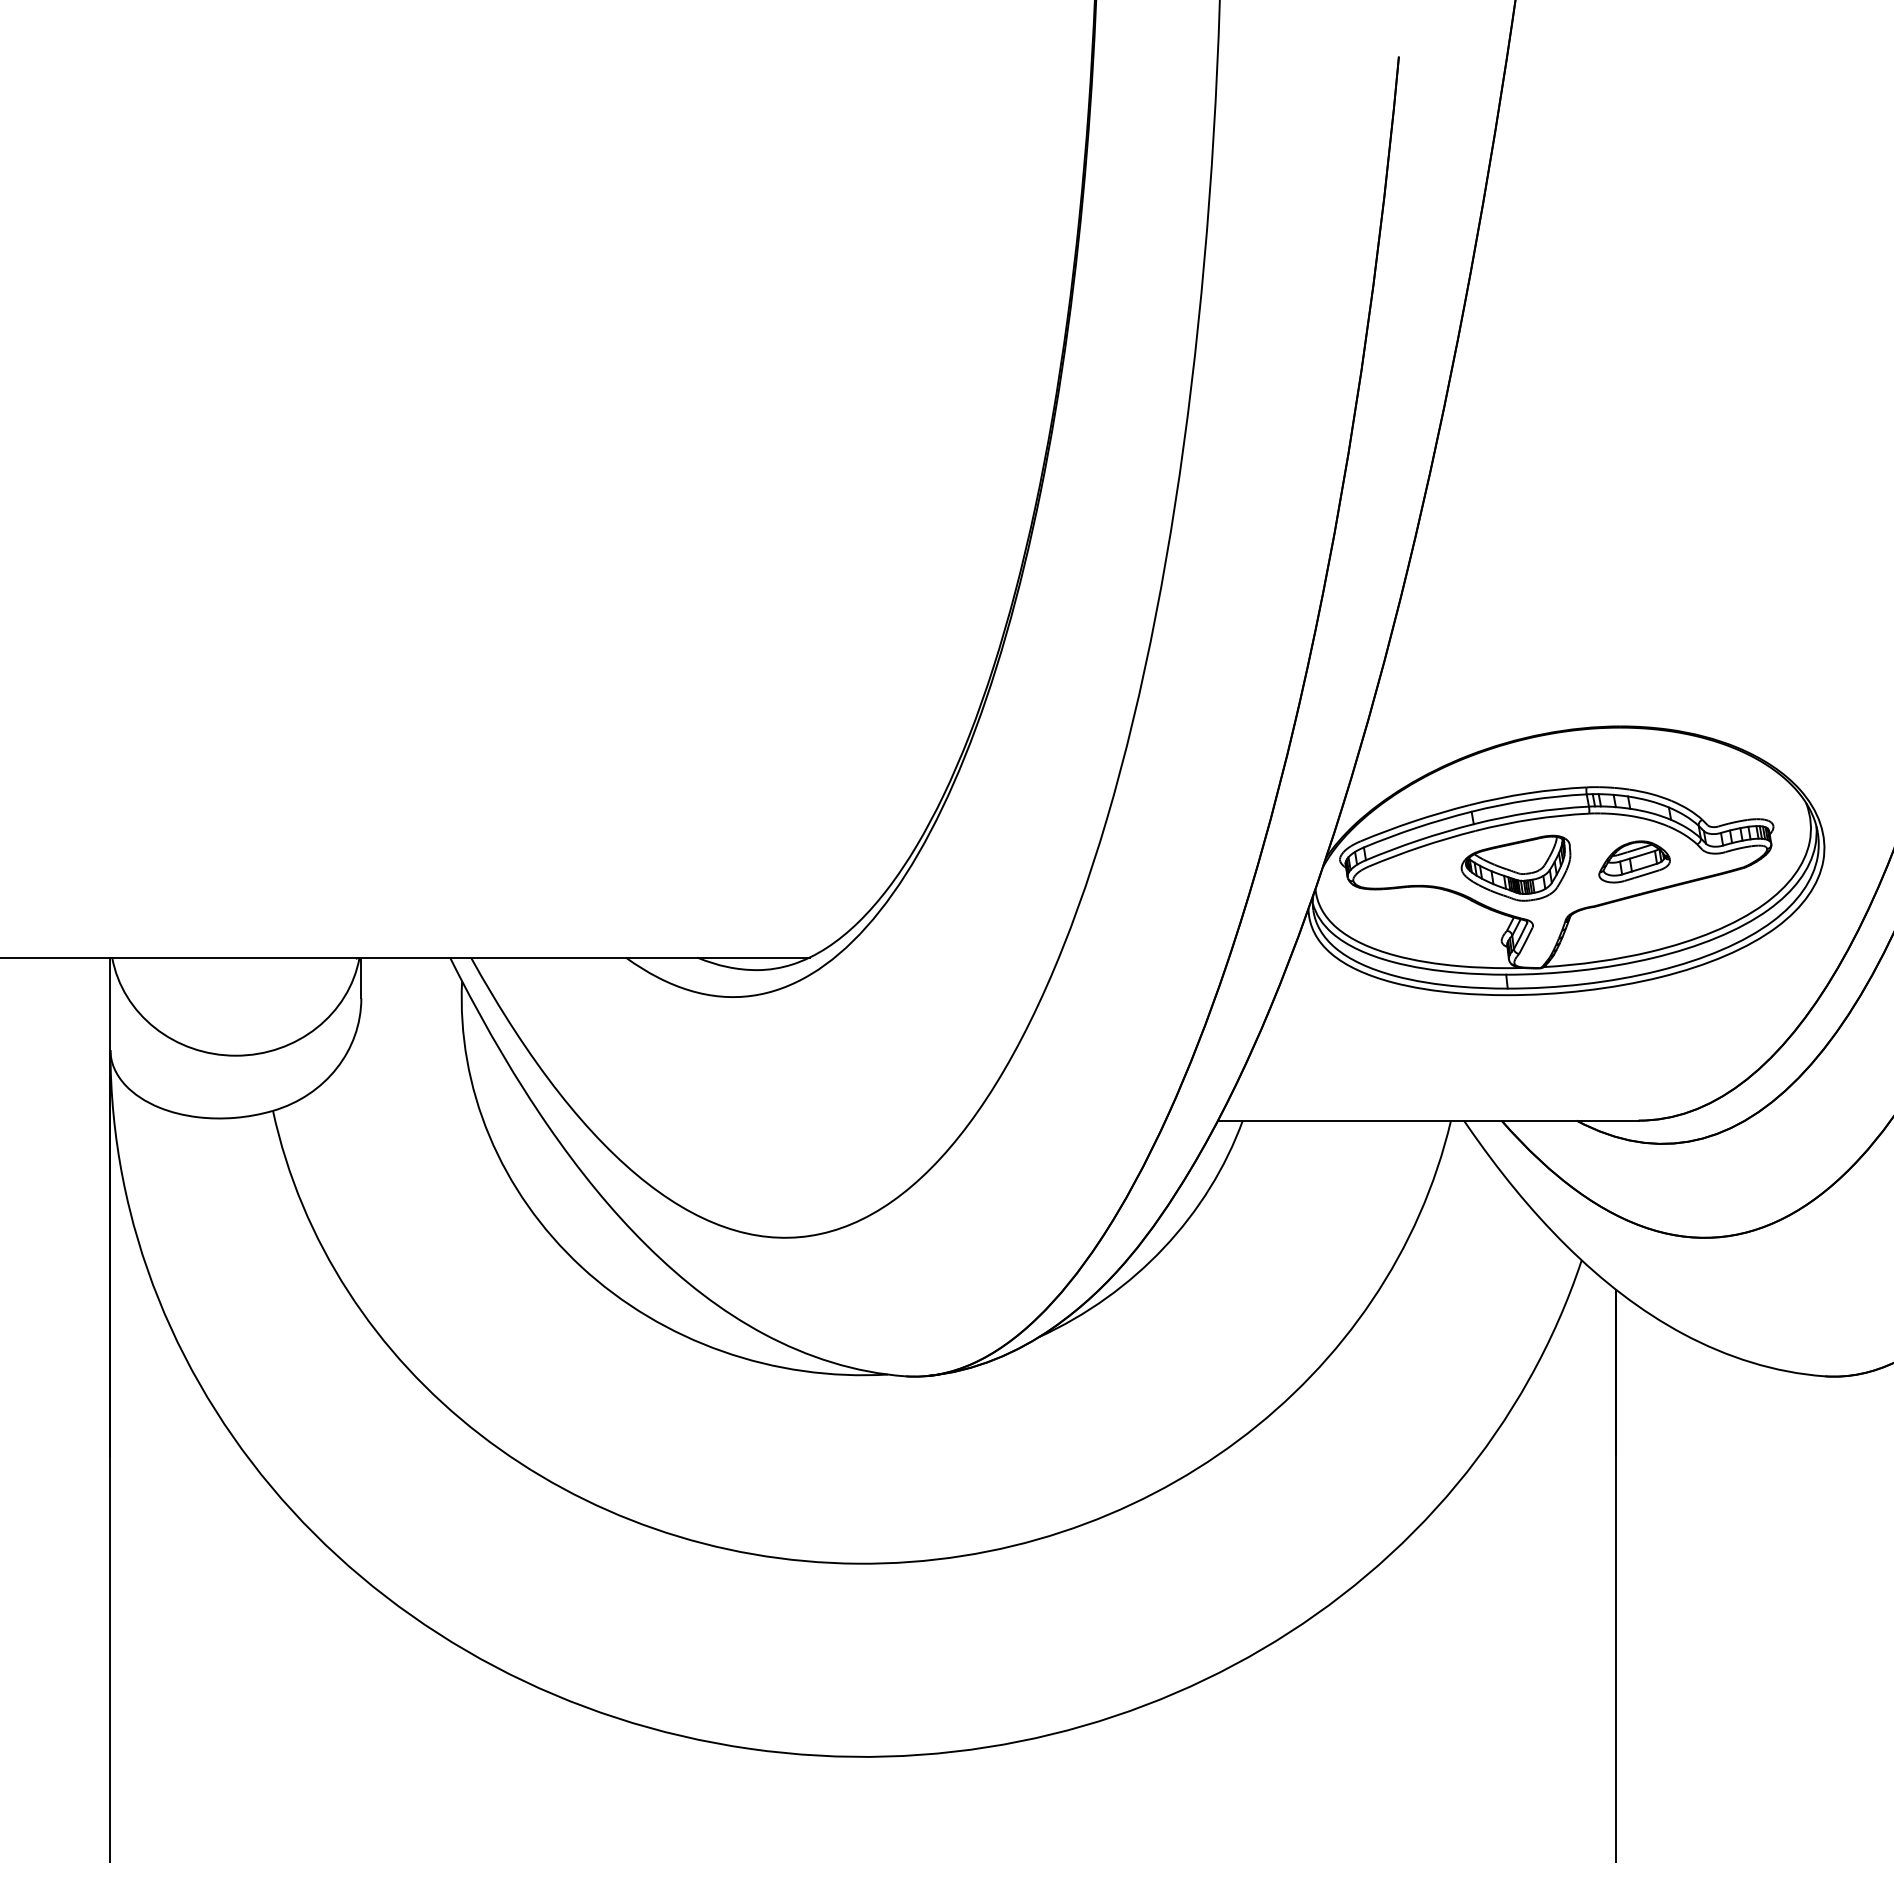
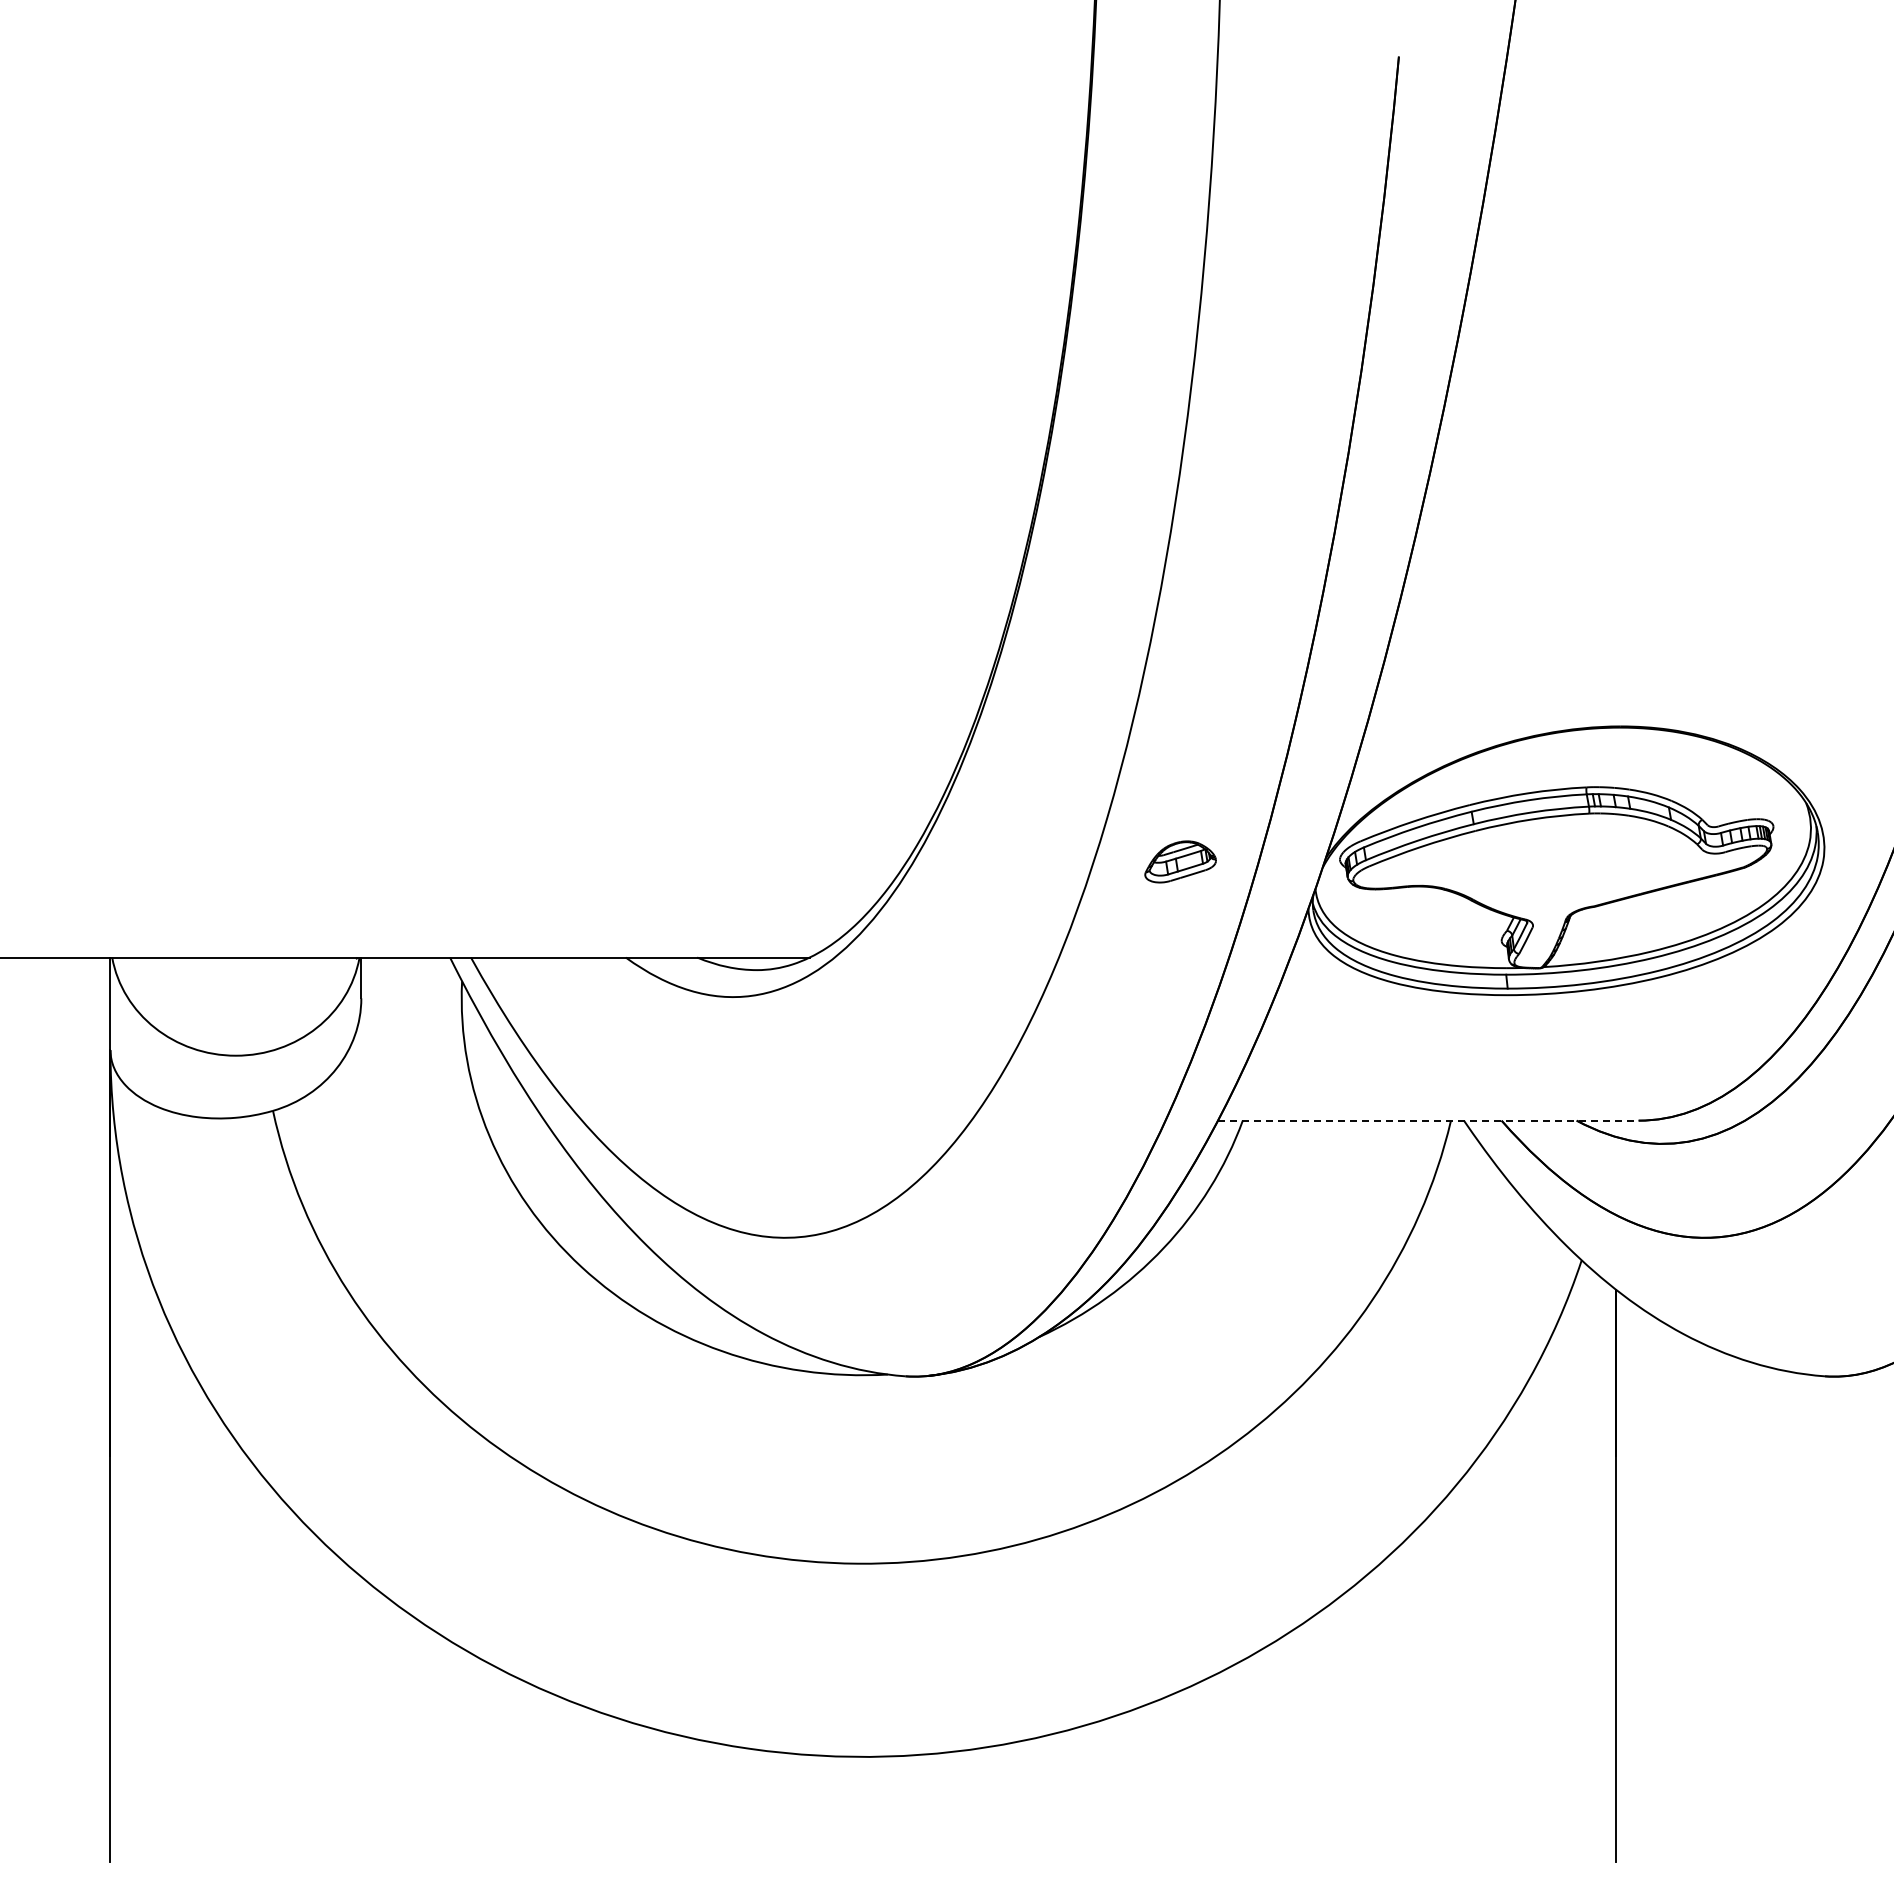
part at (1634, 861) position: (1634, 861) -> (1180, 861)
part at (1515, 867): present -> none
line at (1428, 1120): solid -> dashed
